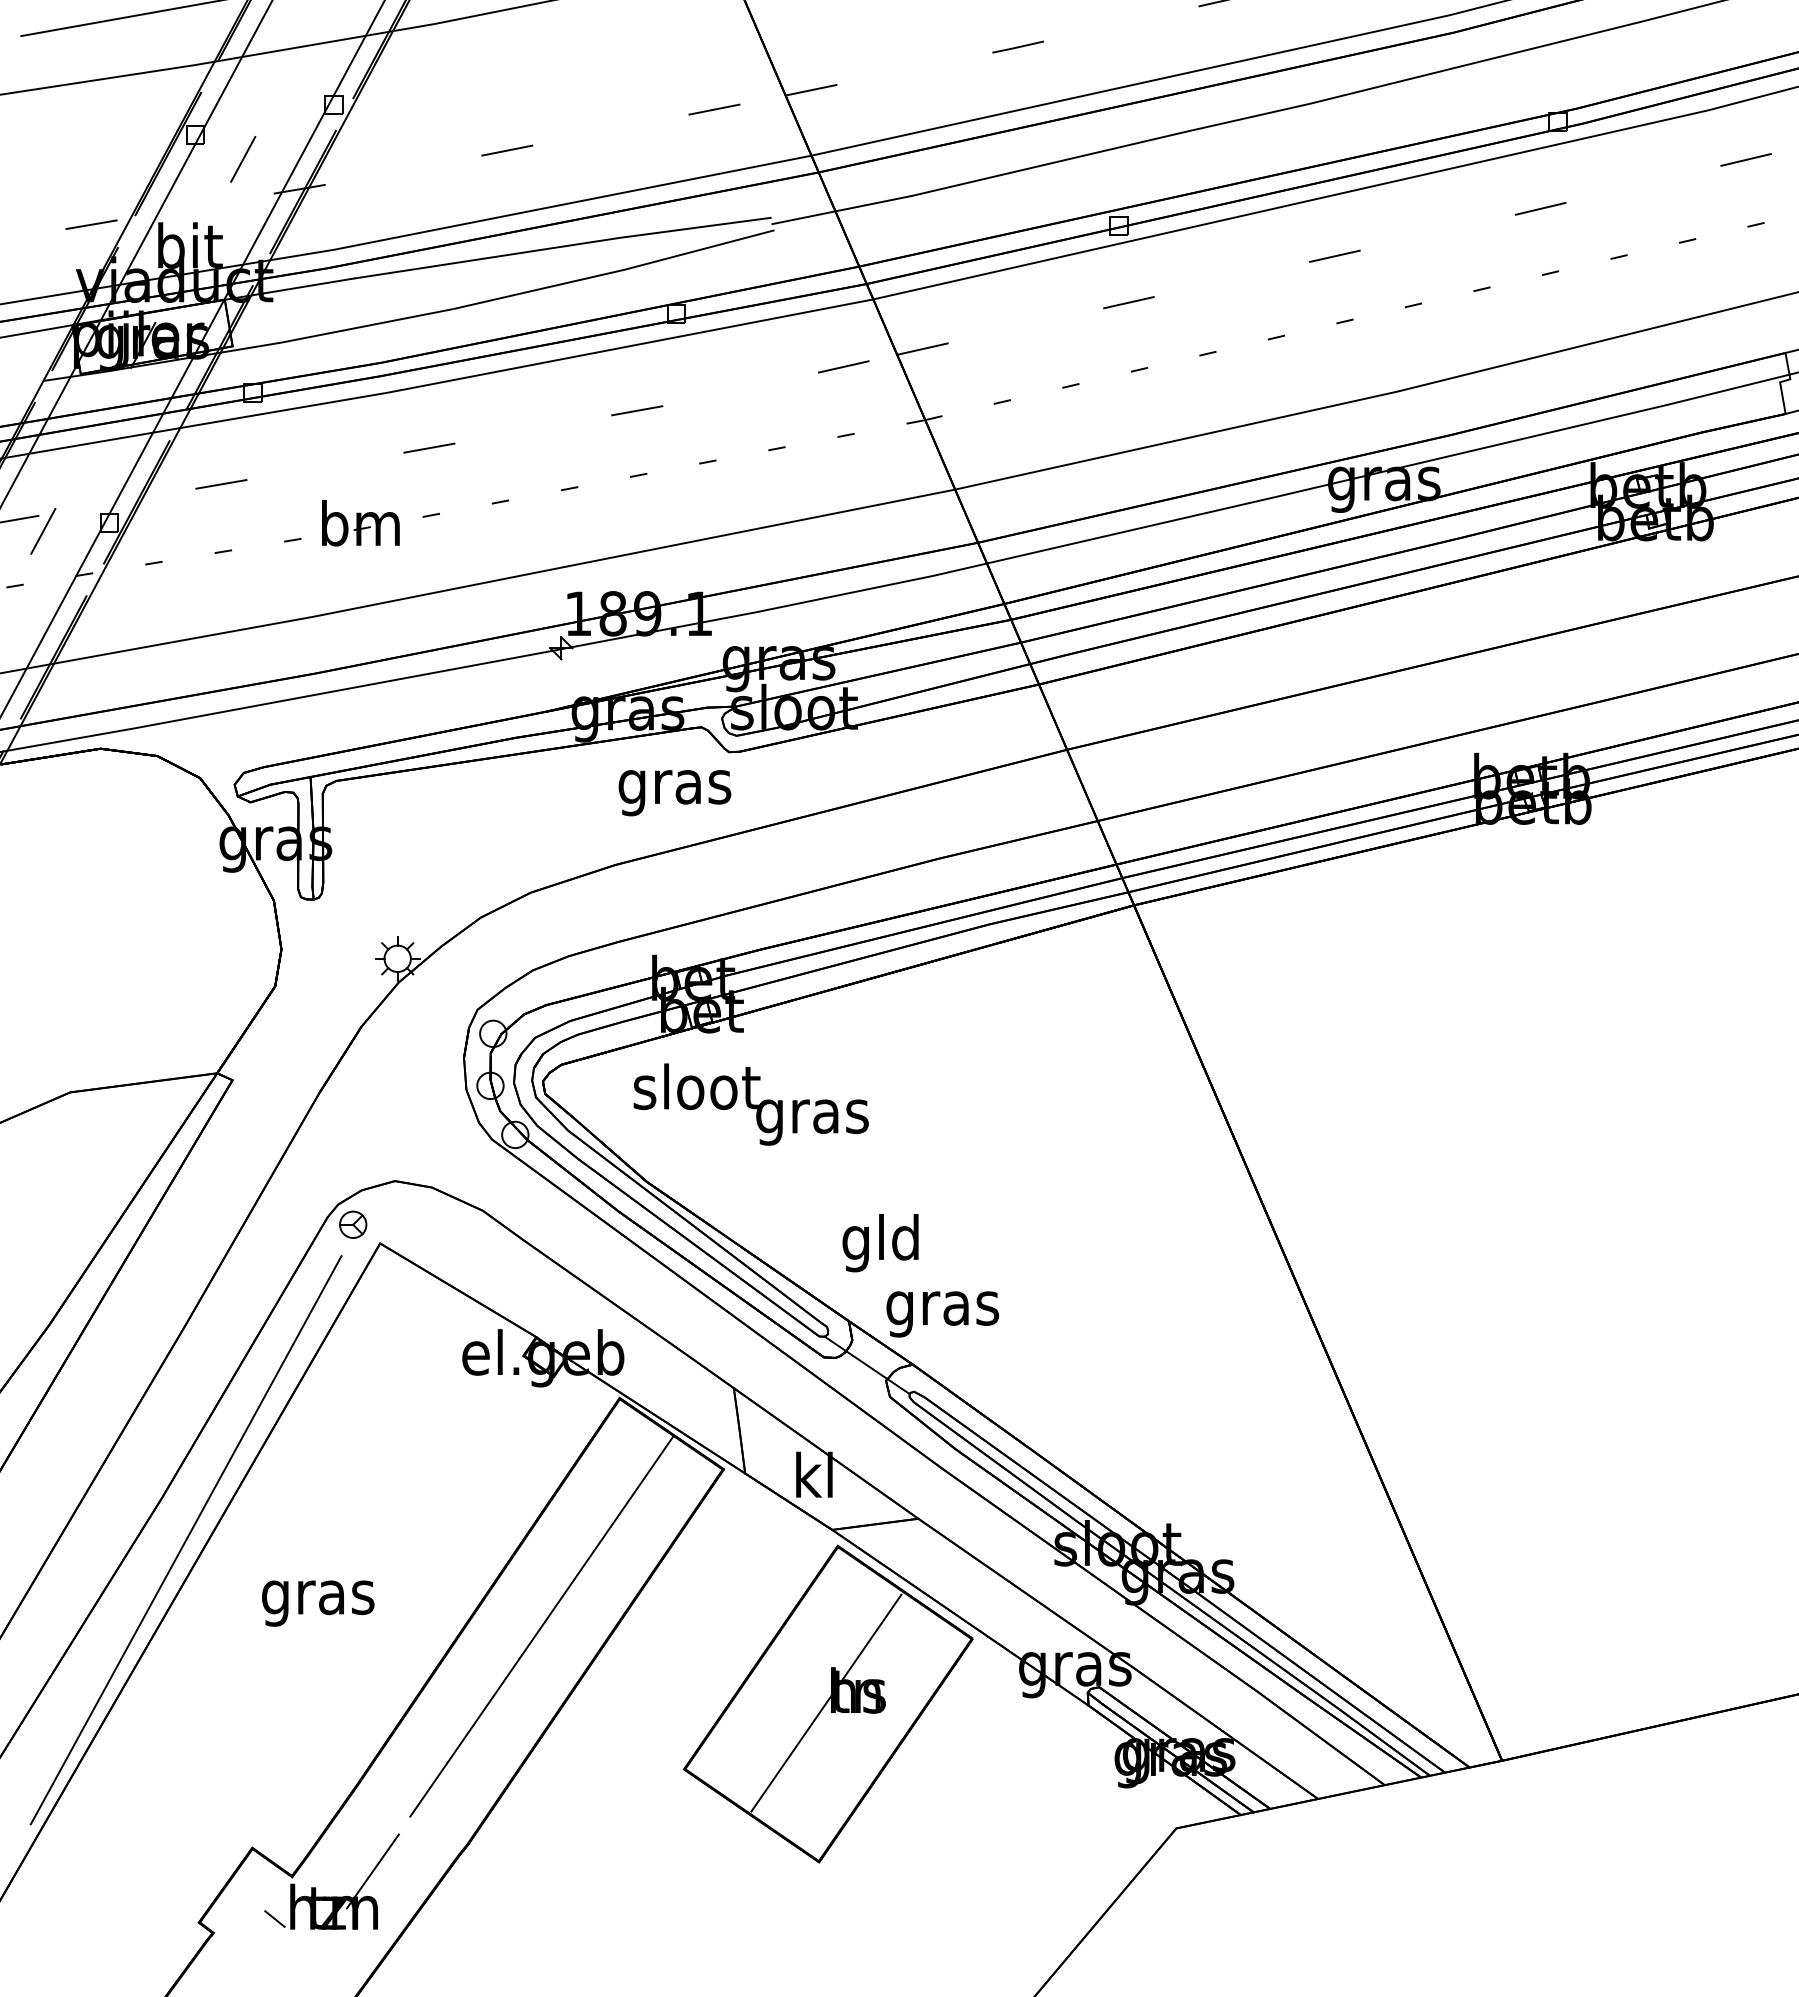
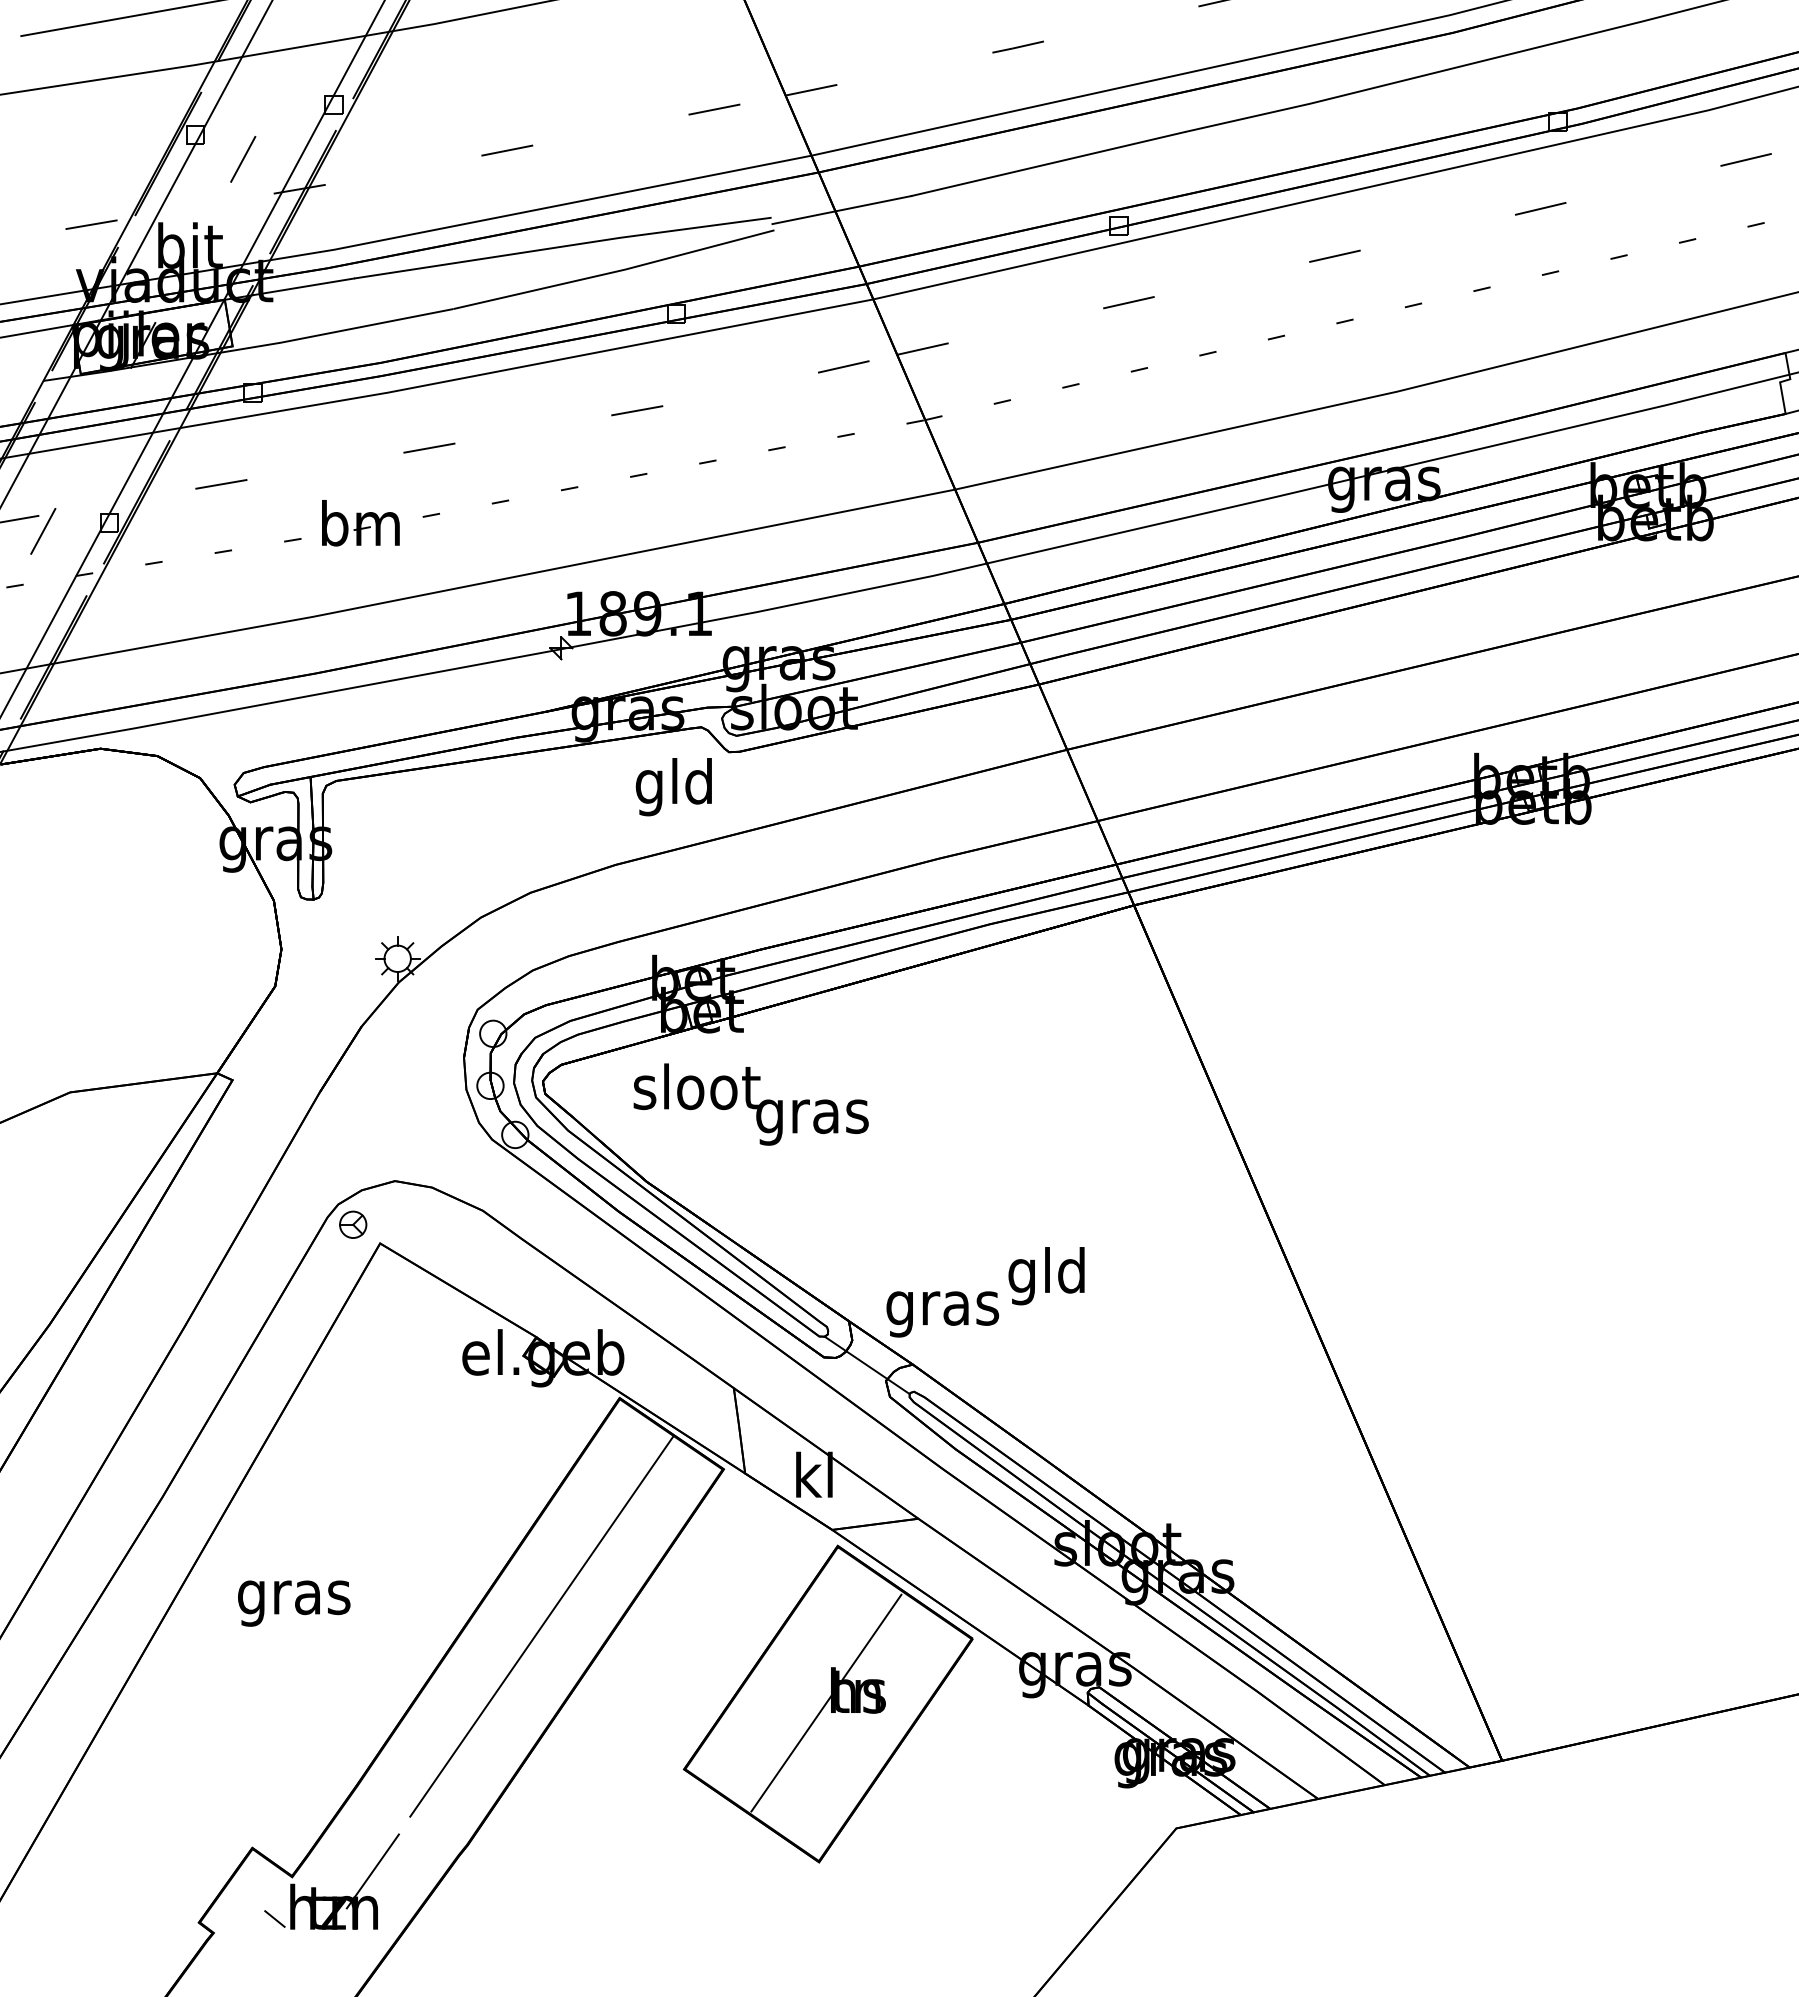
text at (674, 787): gras -> gld
text at (880, 1243) position: (880, 1243) -> (1046, 1276)
line at (185, 1540): present -> none
text at (318, 1603) position: (318, 1603) -> (294, 1603)
